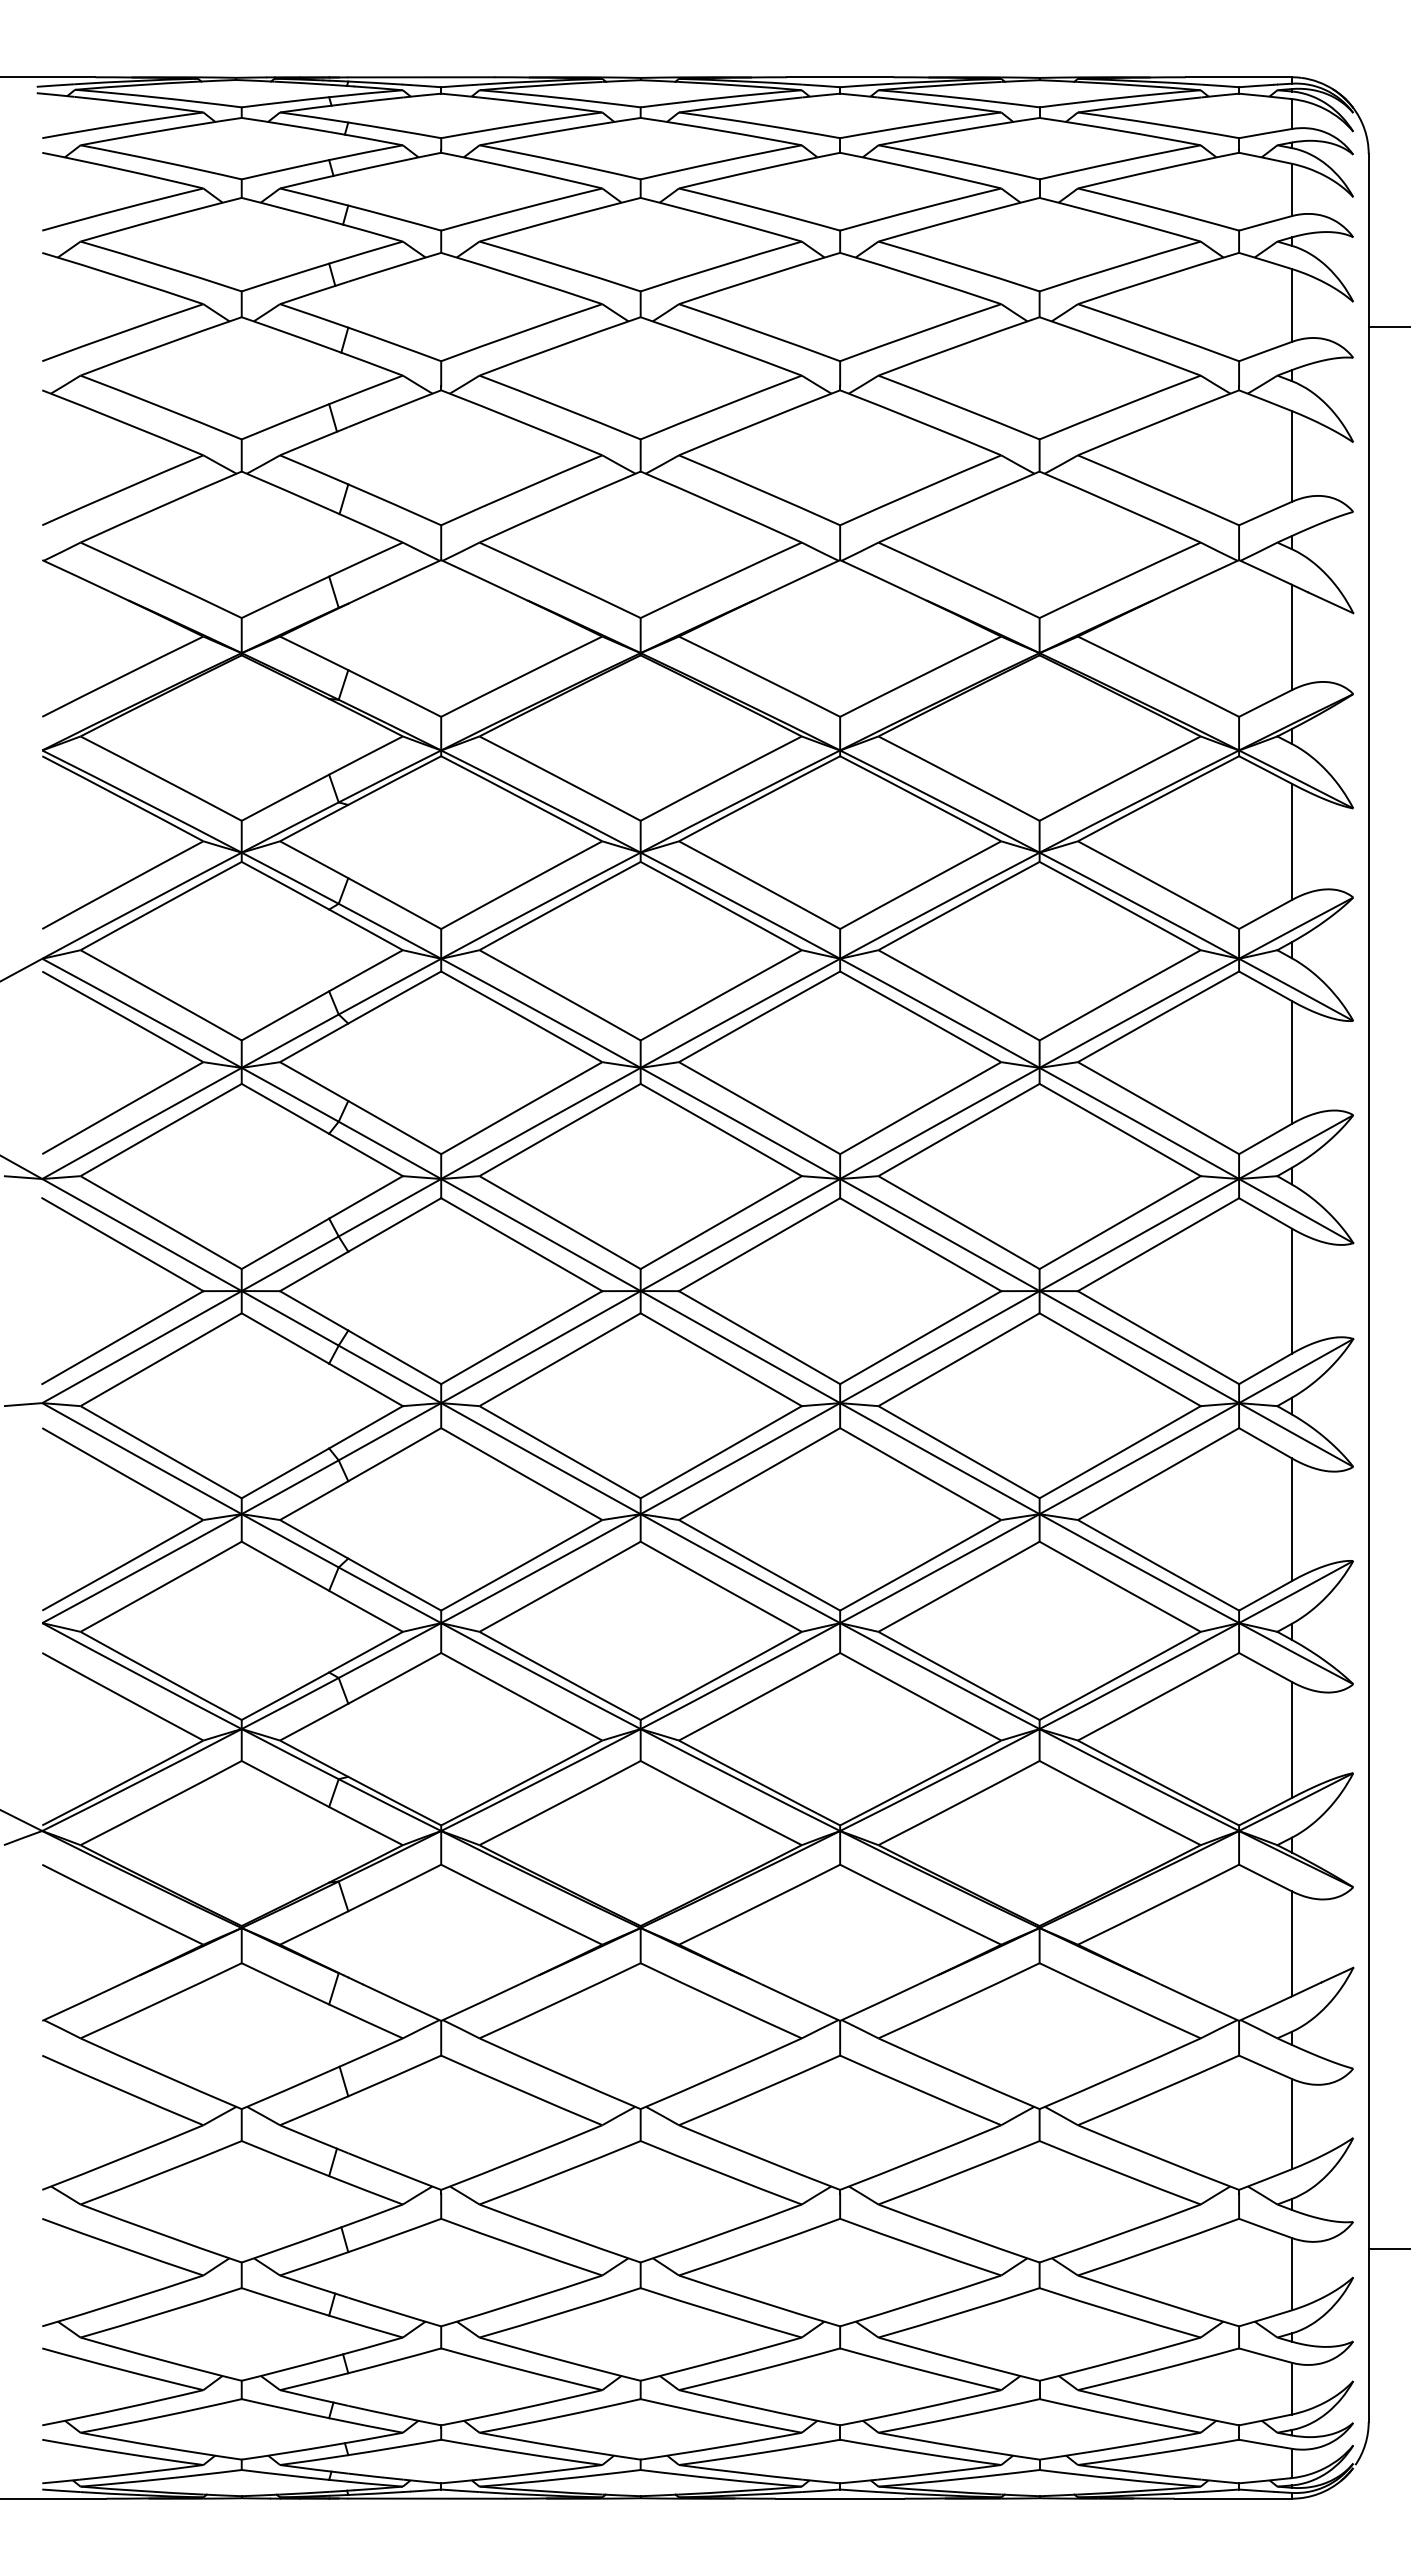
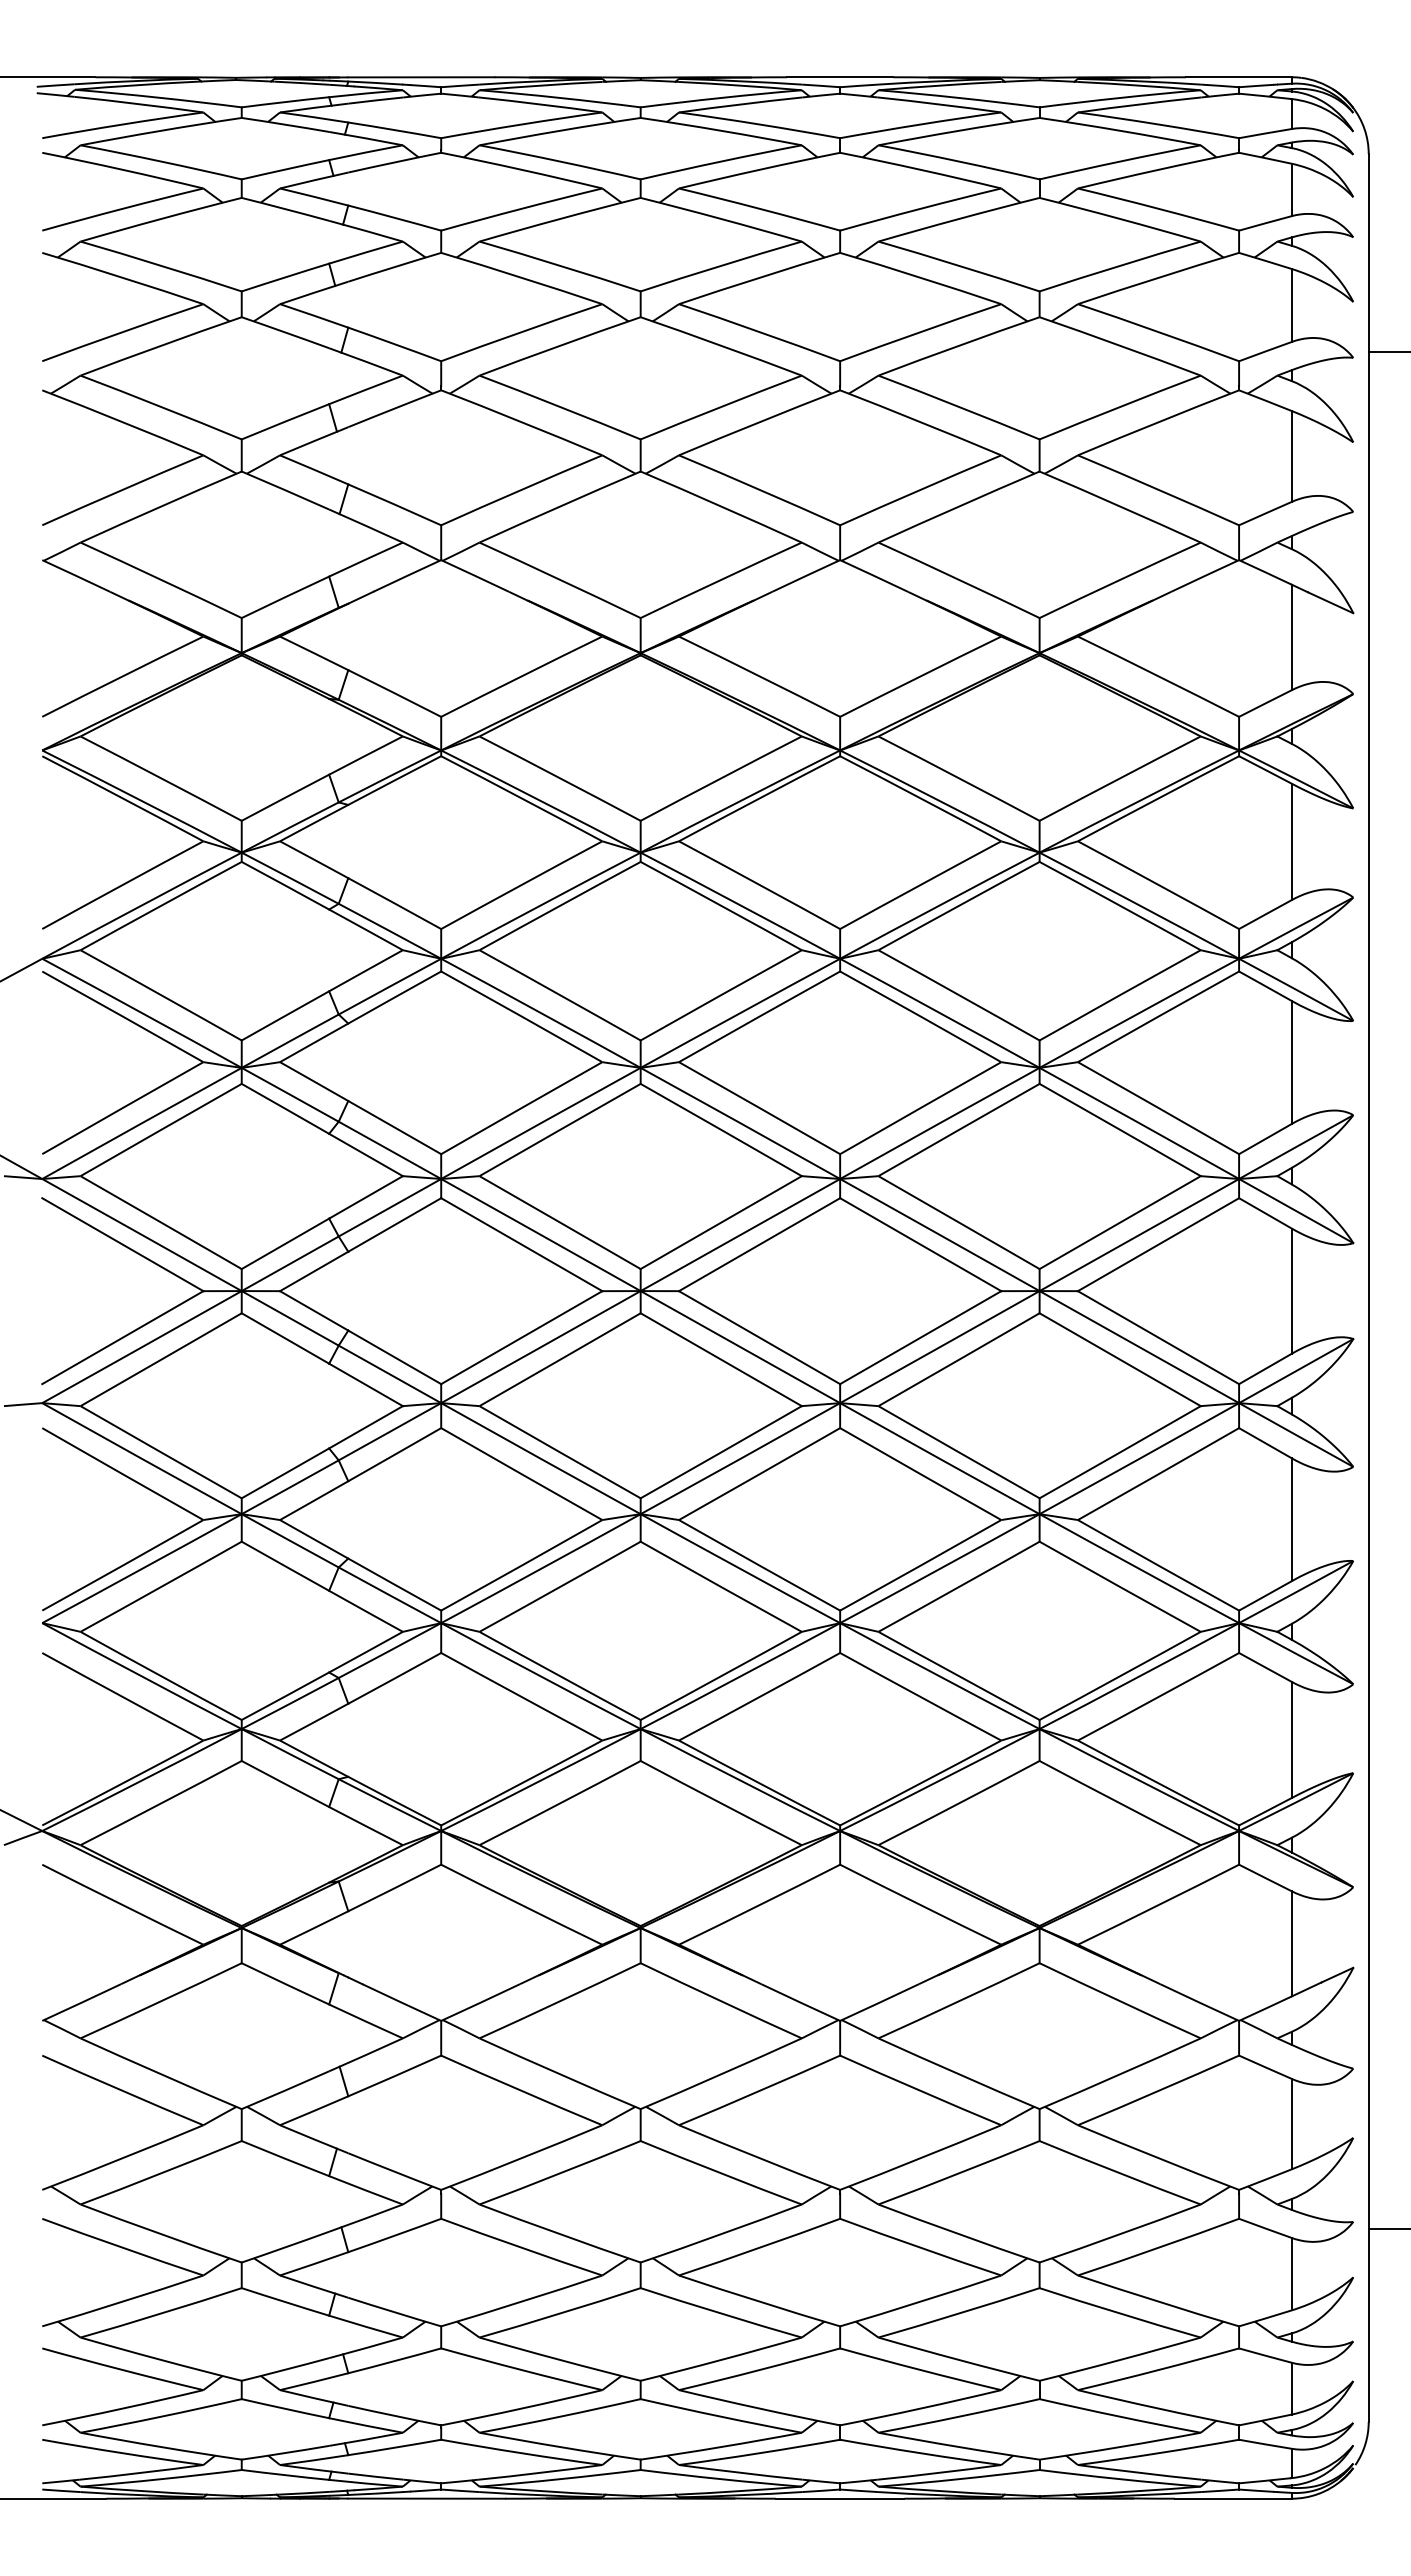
line at (1387, 327) position: (1387, 327) -> (1387, 352)
line at (1387, 2248) position: (1387, 2248) -> (1387, 2228)
